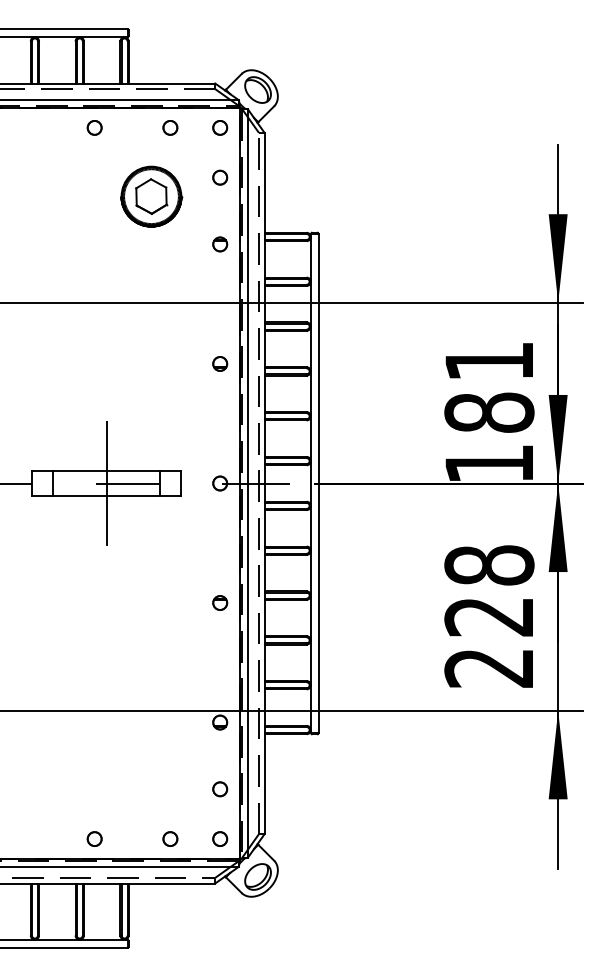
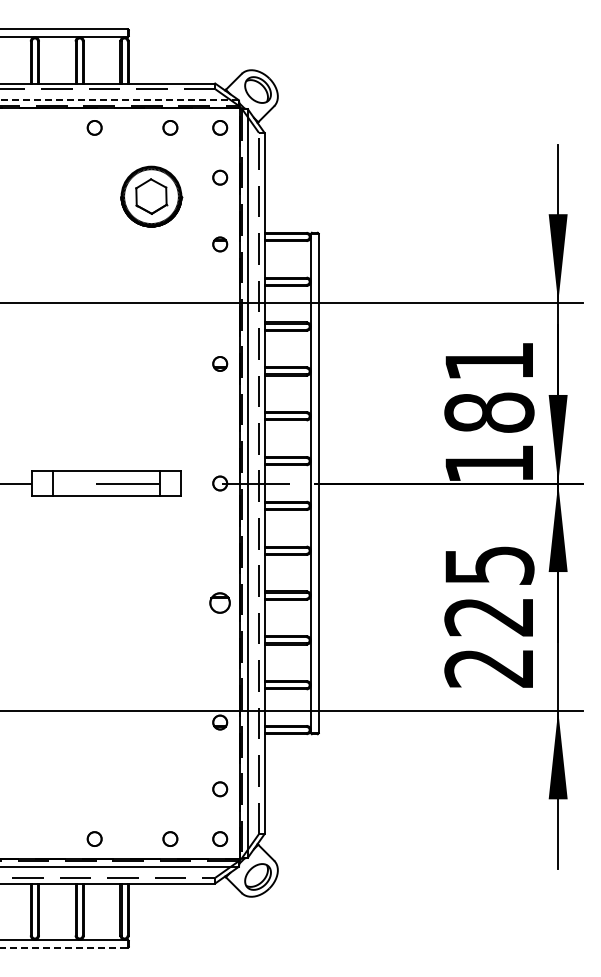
line at (119, 100): solid -> dashed
line at (106, 483): present -> none
text at (489, 565): 228 -> 225
part at (220, 602) size: 17x16 px -> 22x22 px
line at (64, 947): solid -> dashed
